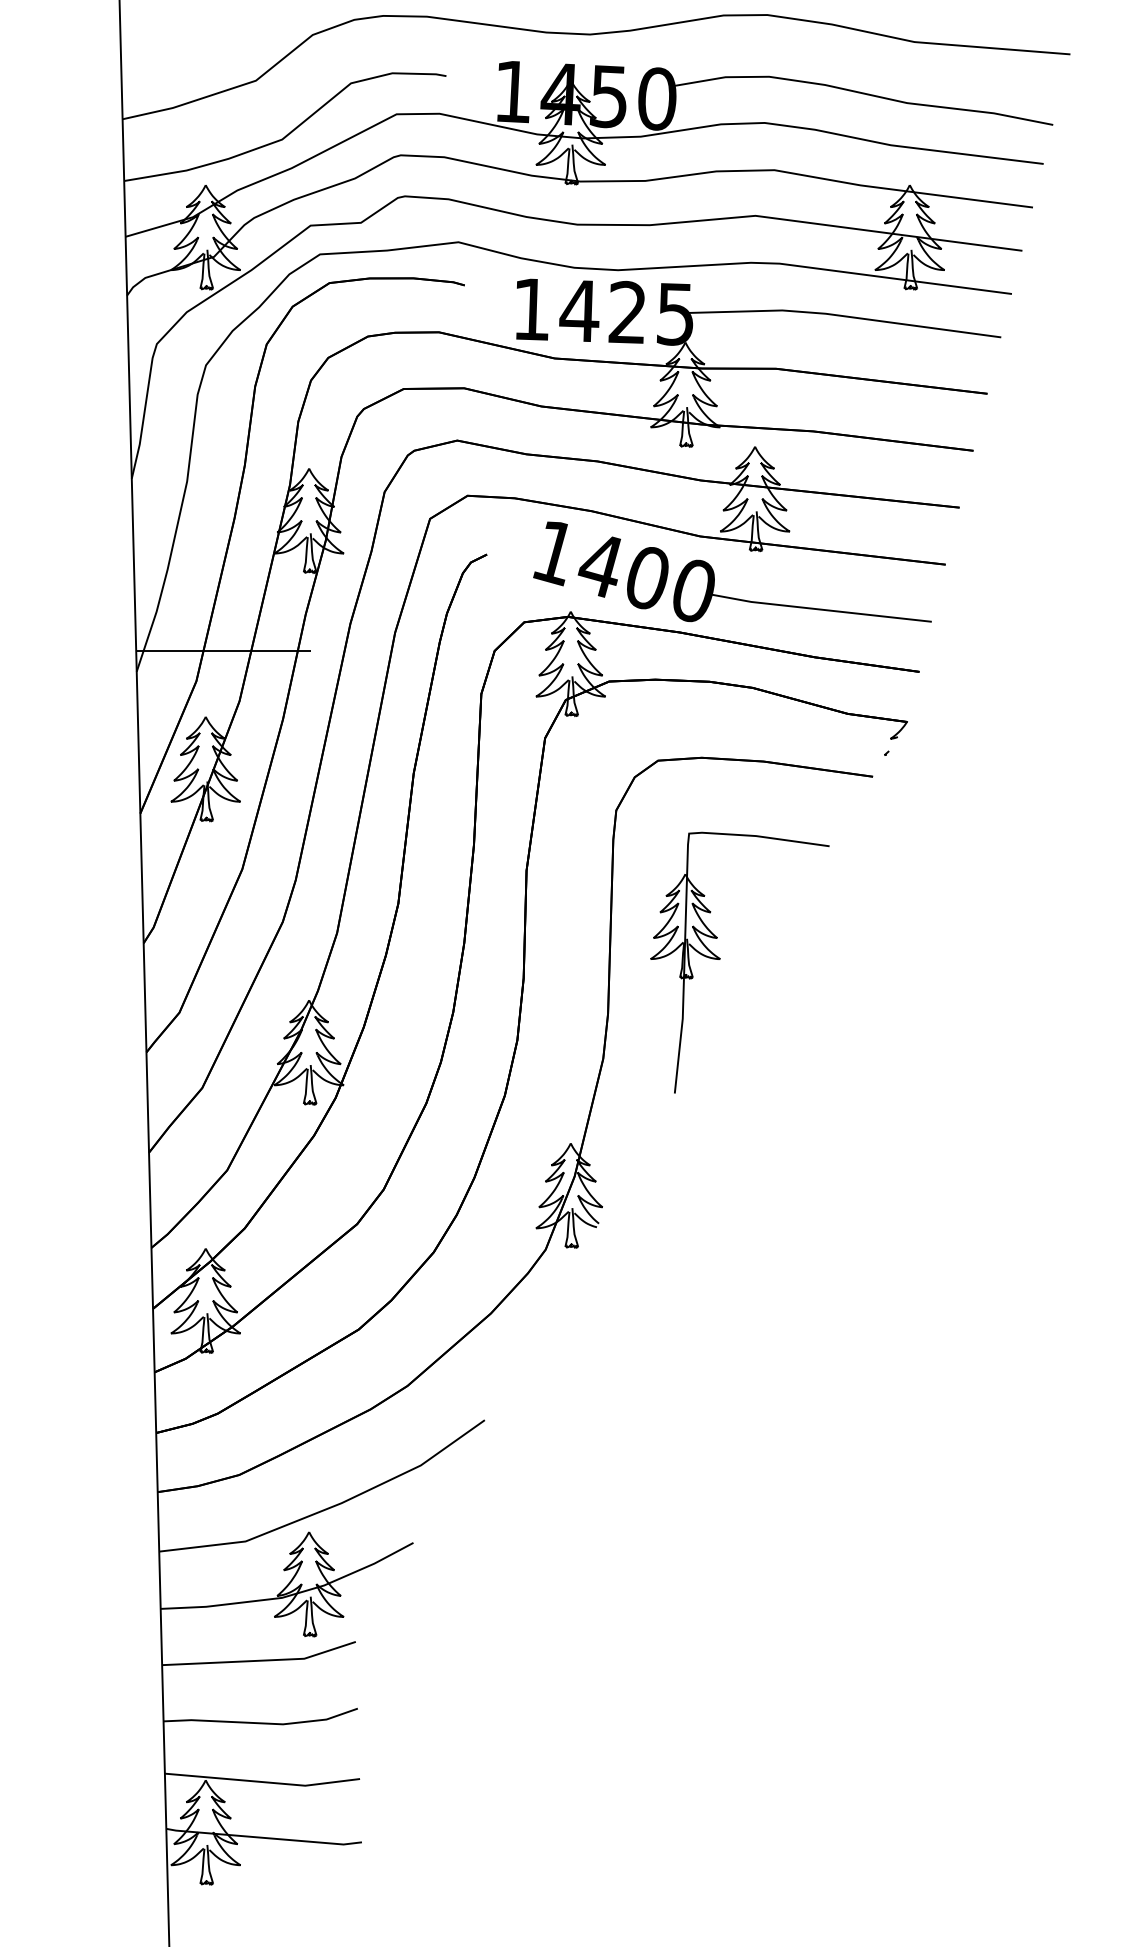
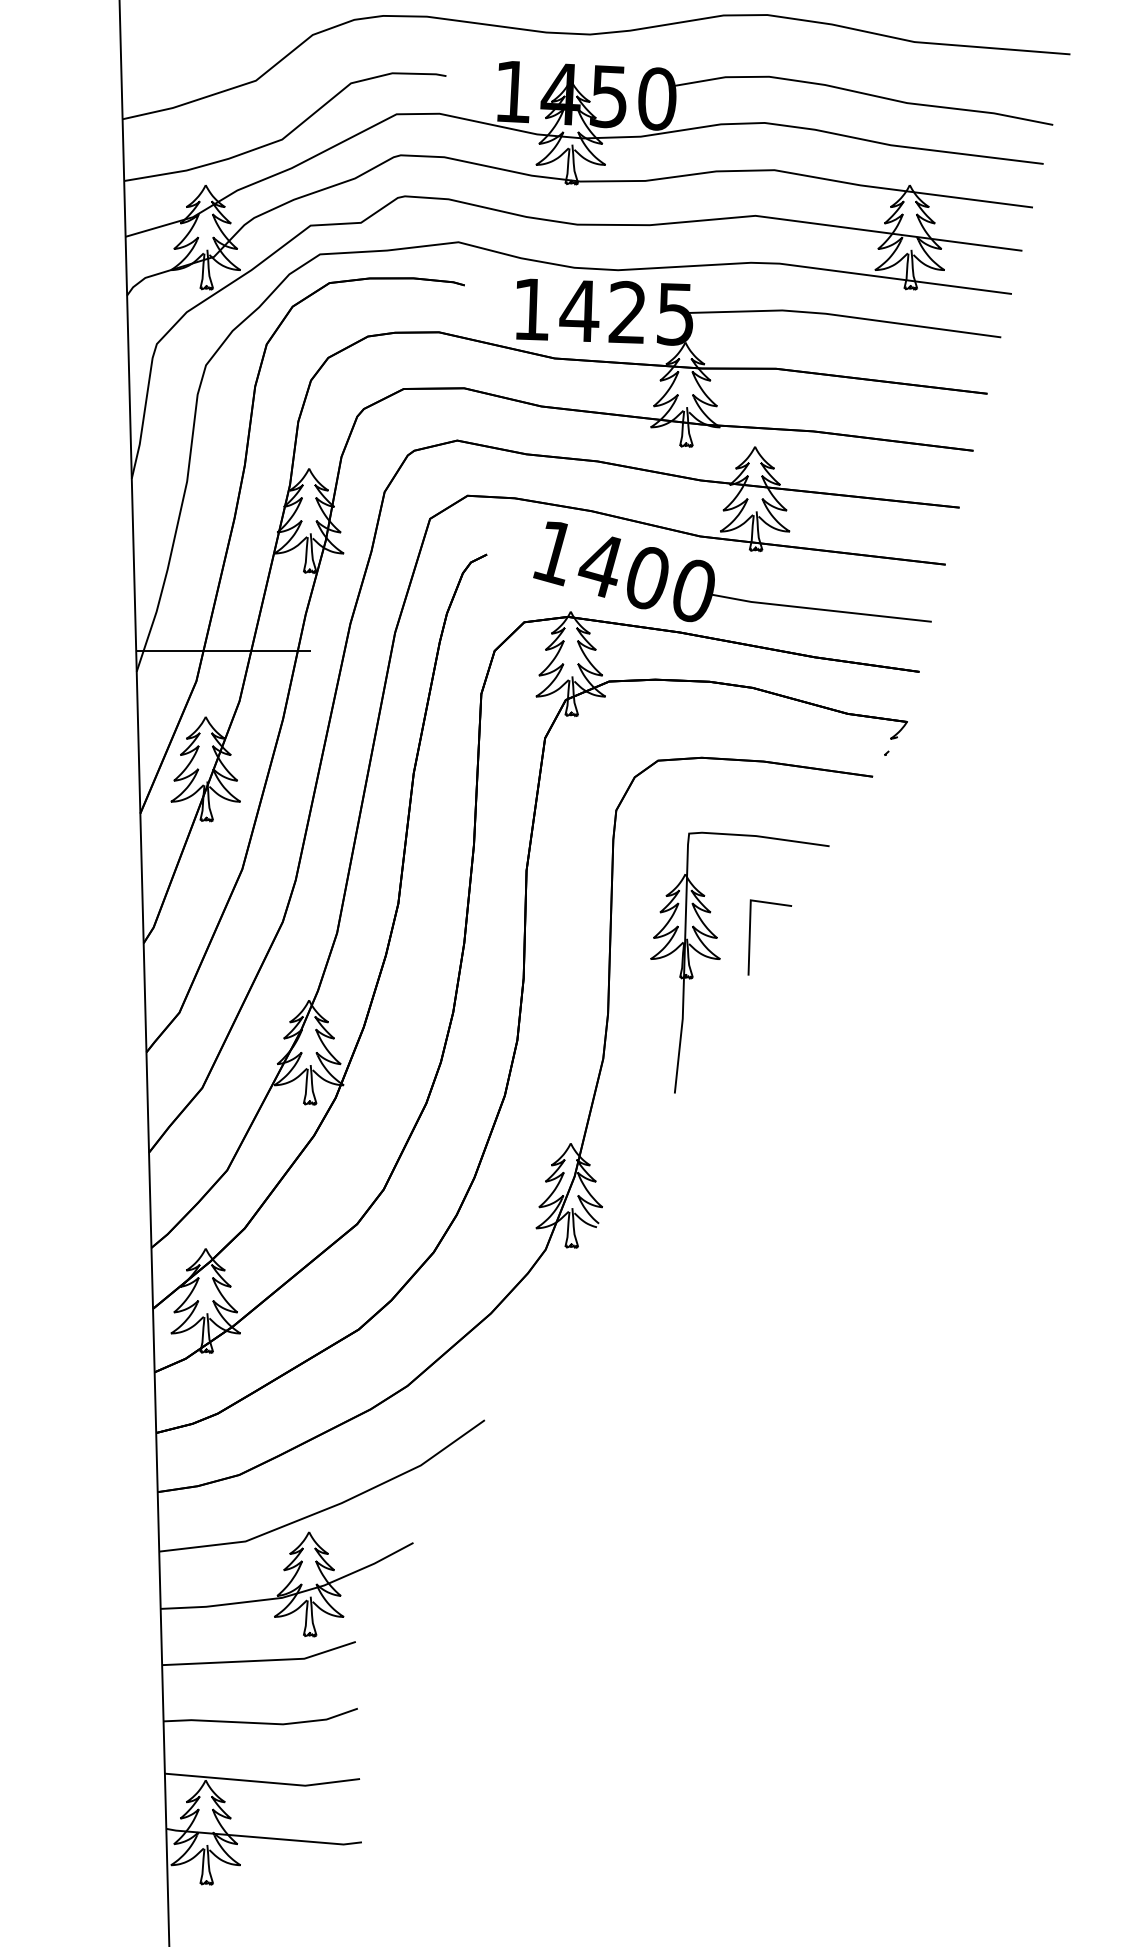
line at (750, 937): none -> present
